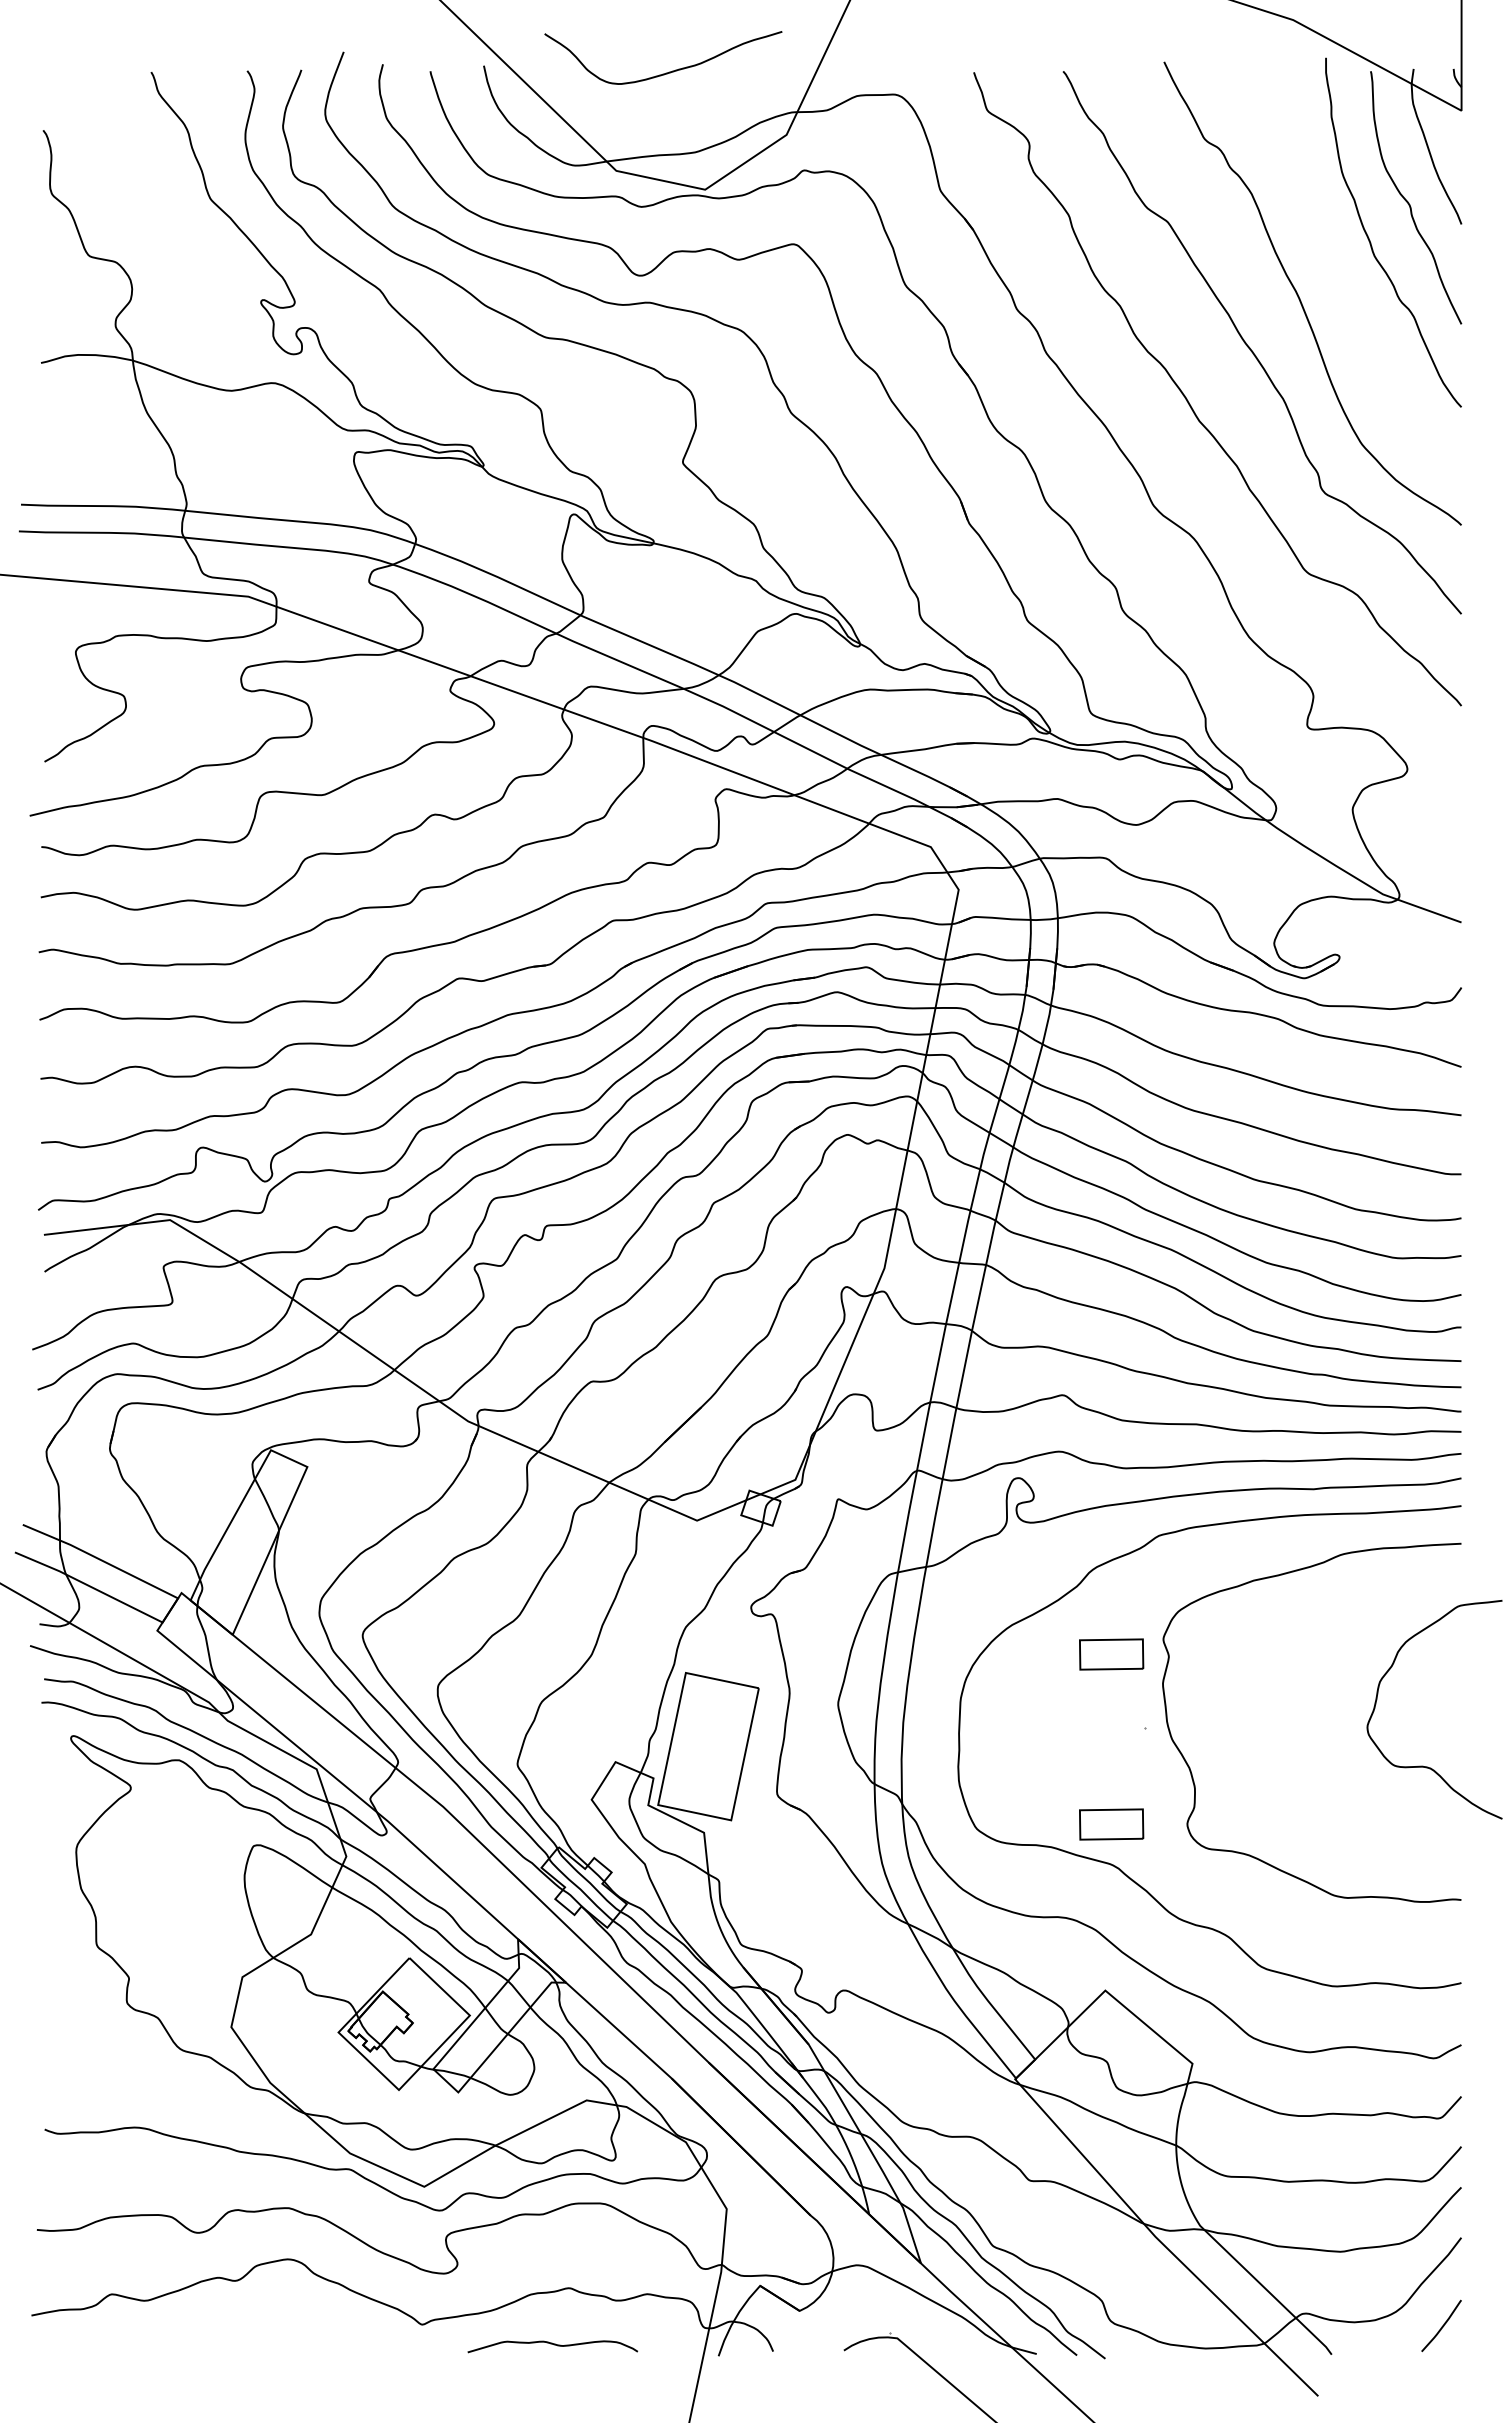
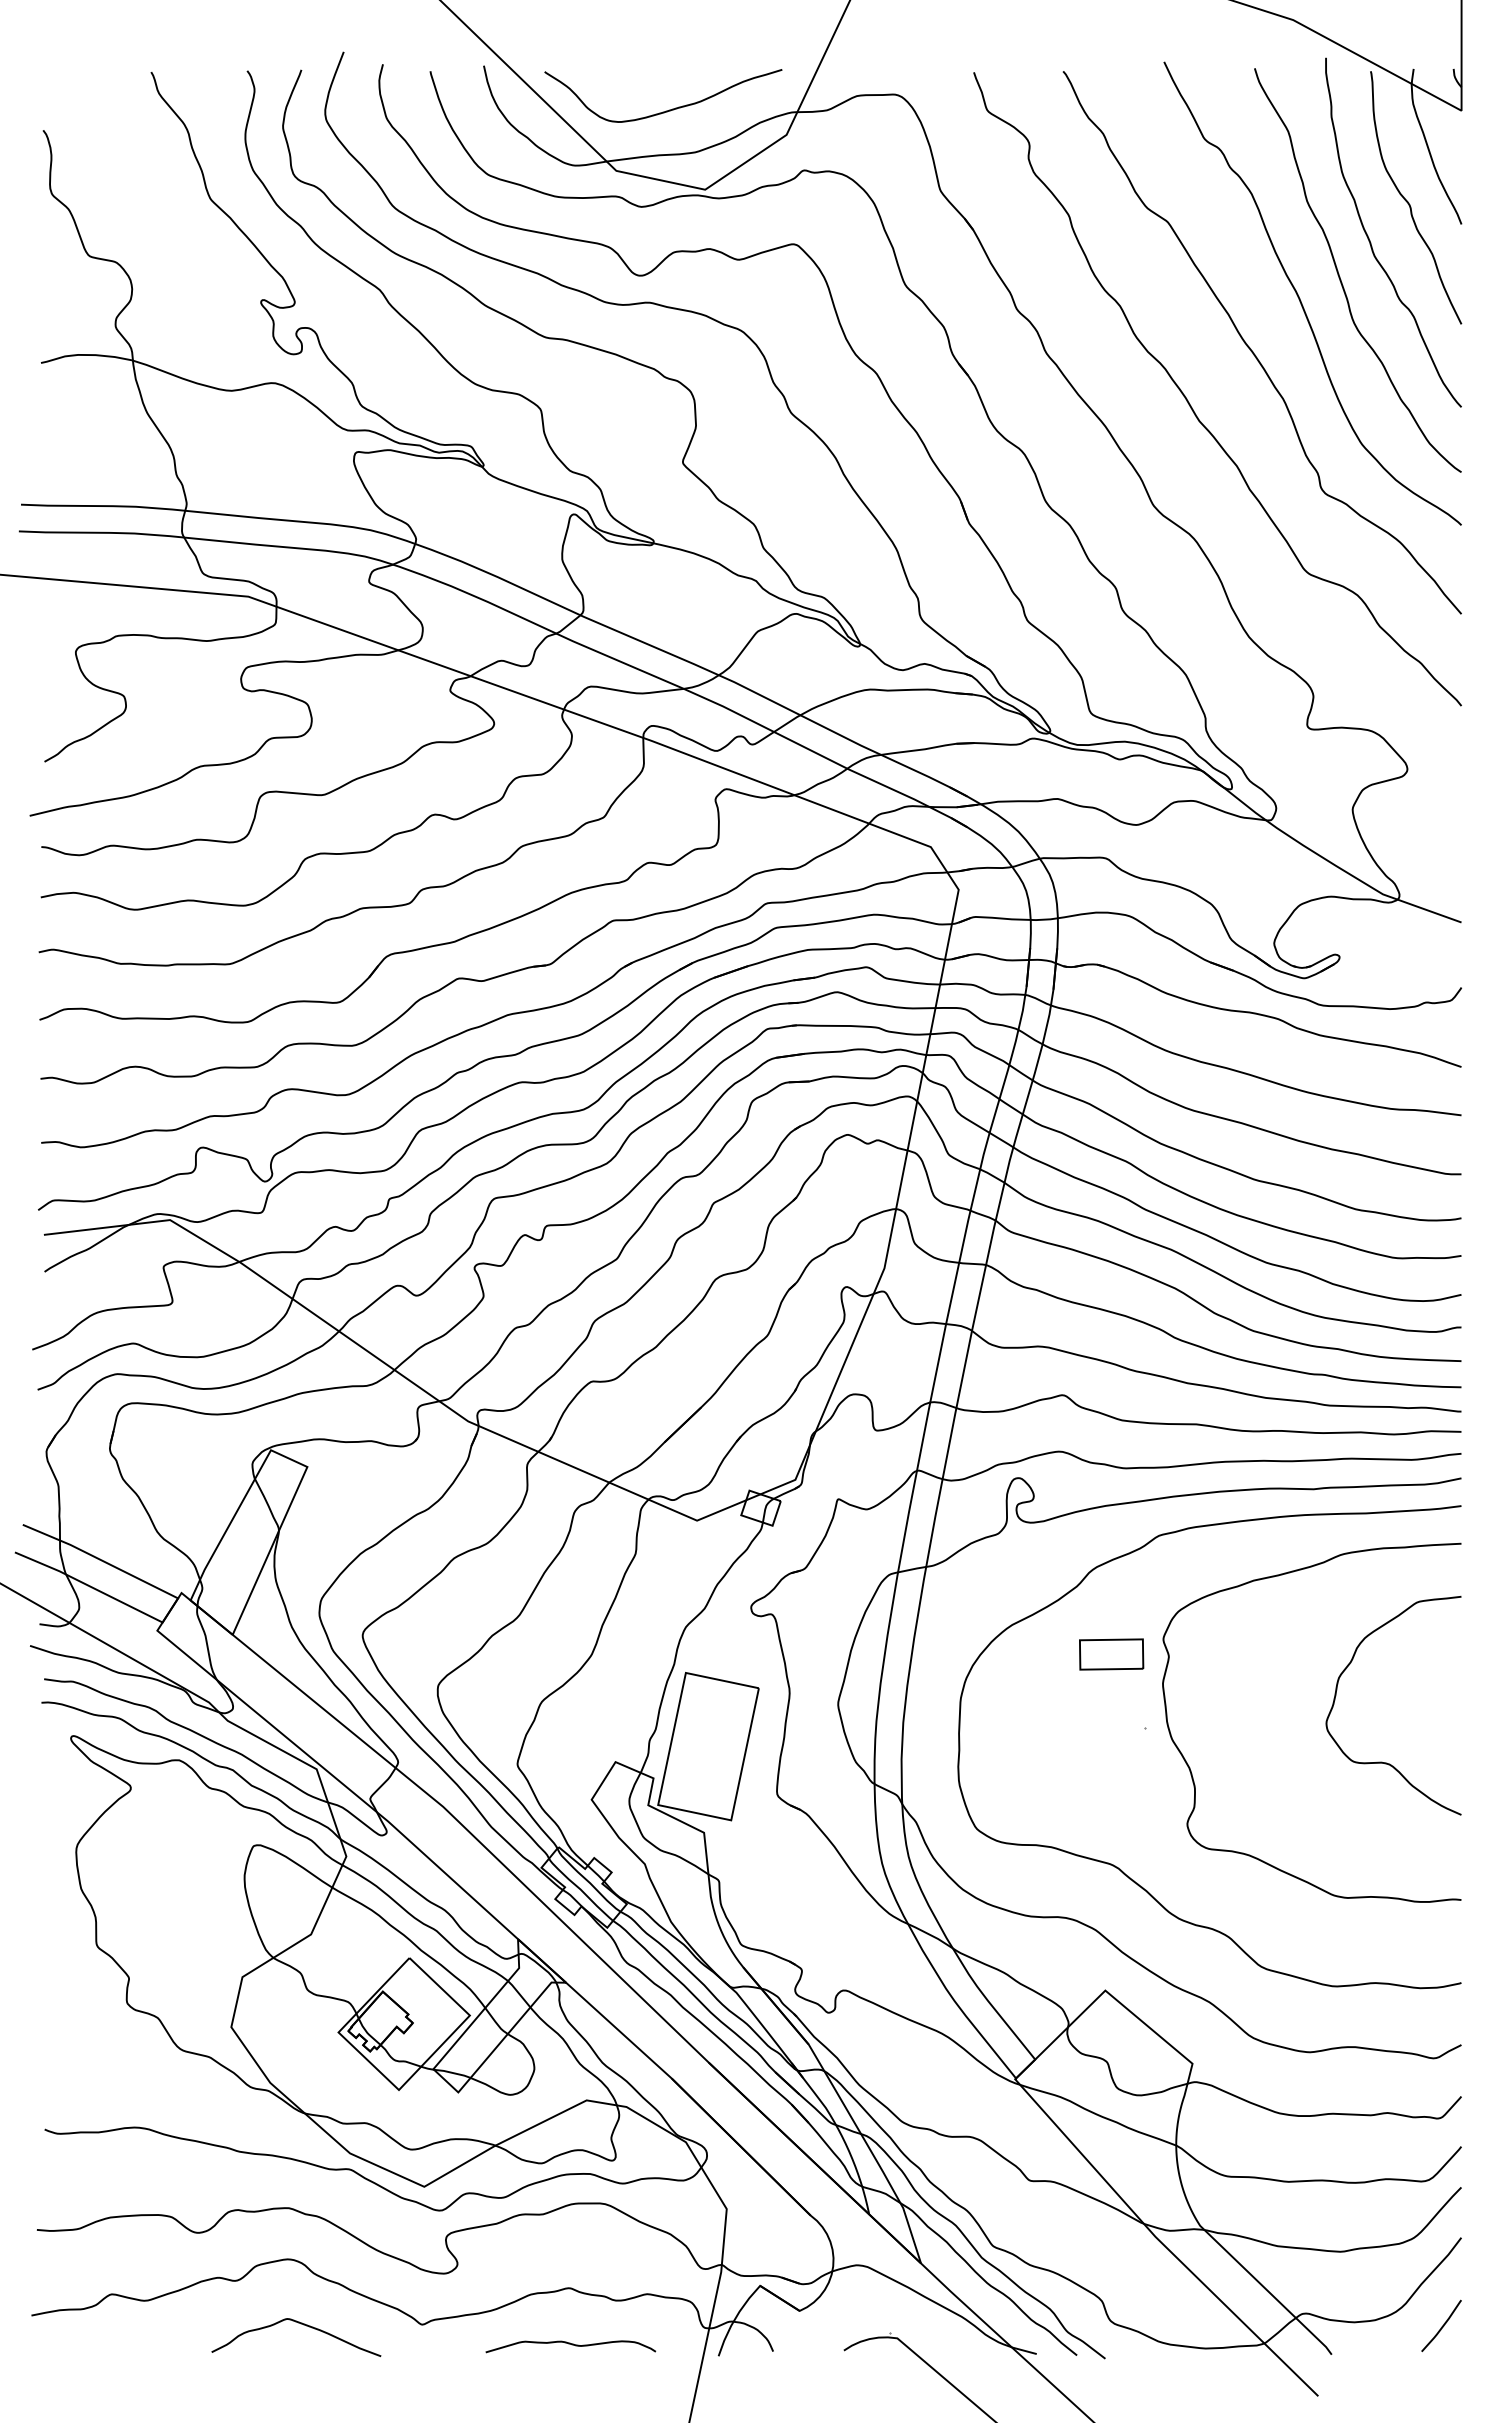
curve at (669, 71) position: (669, 71) -> (669, 109)
curve at (1340, 276): none -> present
curve at (1423, 1765) position: (1423, 1765) -> (1382, 1761)
part at (1111, 1824): present -> none
curve at (303, 2325): none -> present
curve at (552, 2344) position: (552, 2344) -> (570, 2344)
